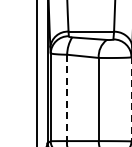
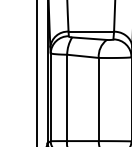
line at (67, 98): dashed -> solid
line at (131, 99): dashed -> solid
